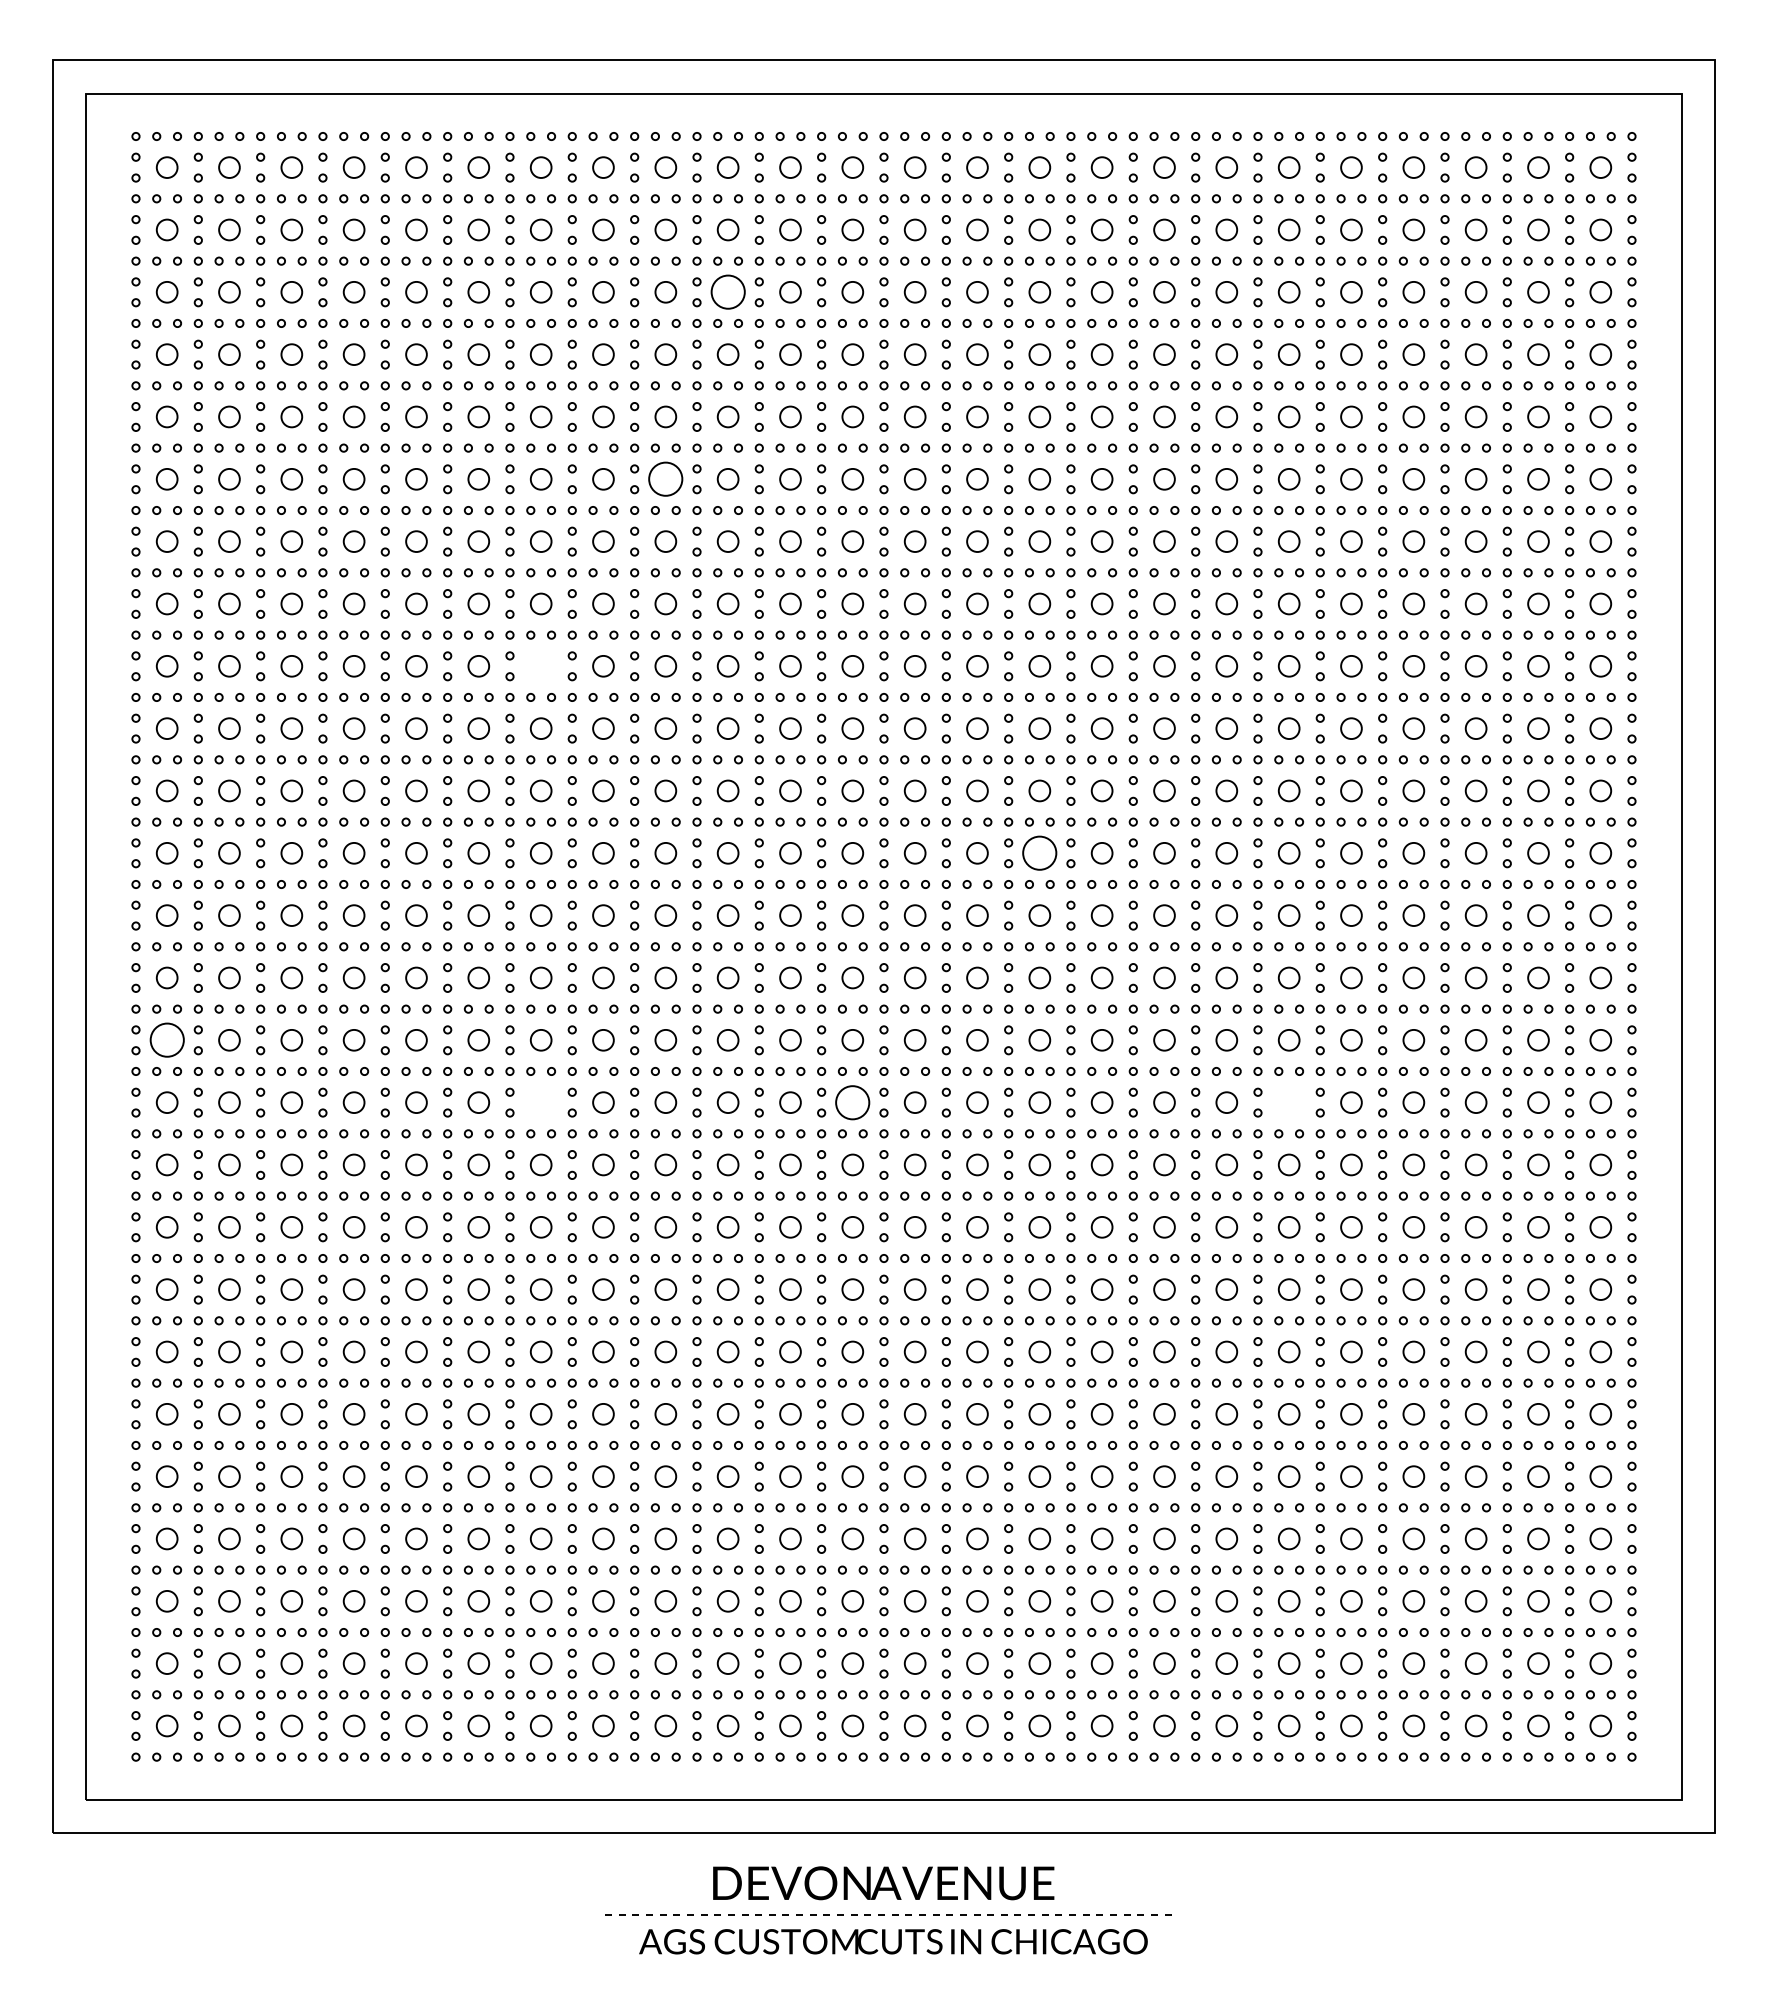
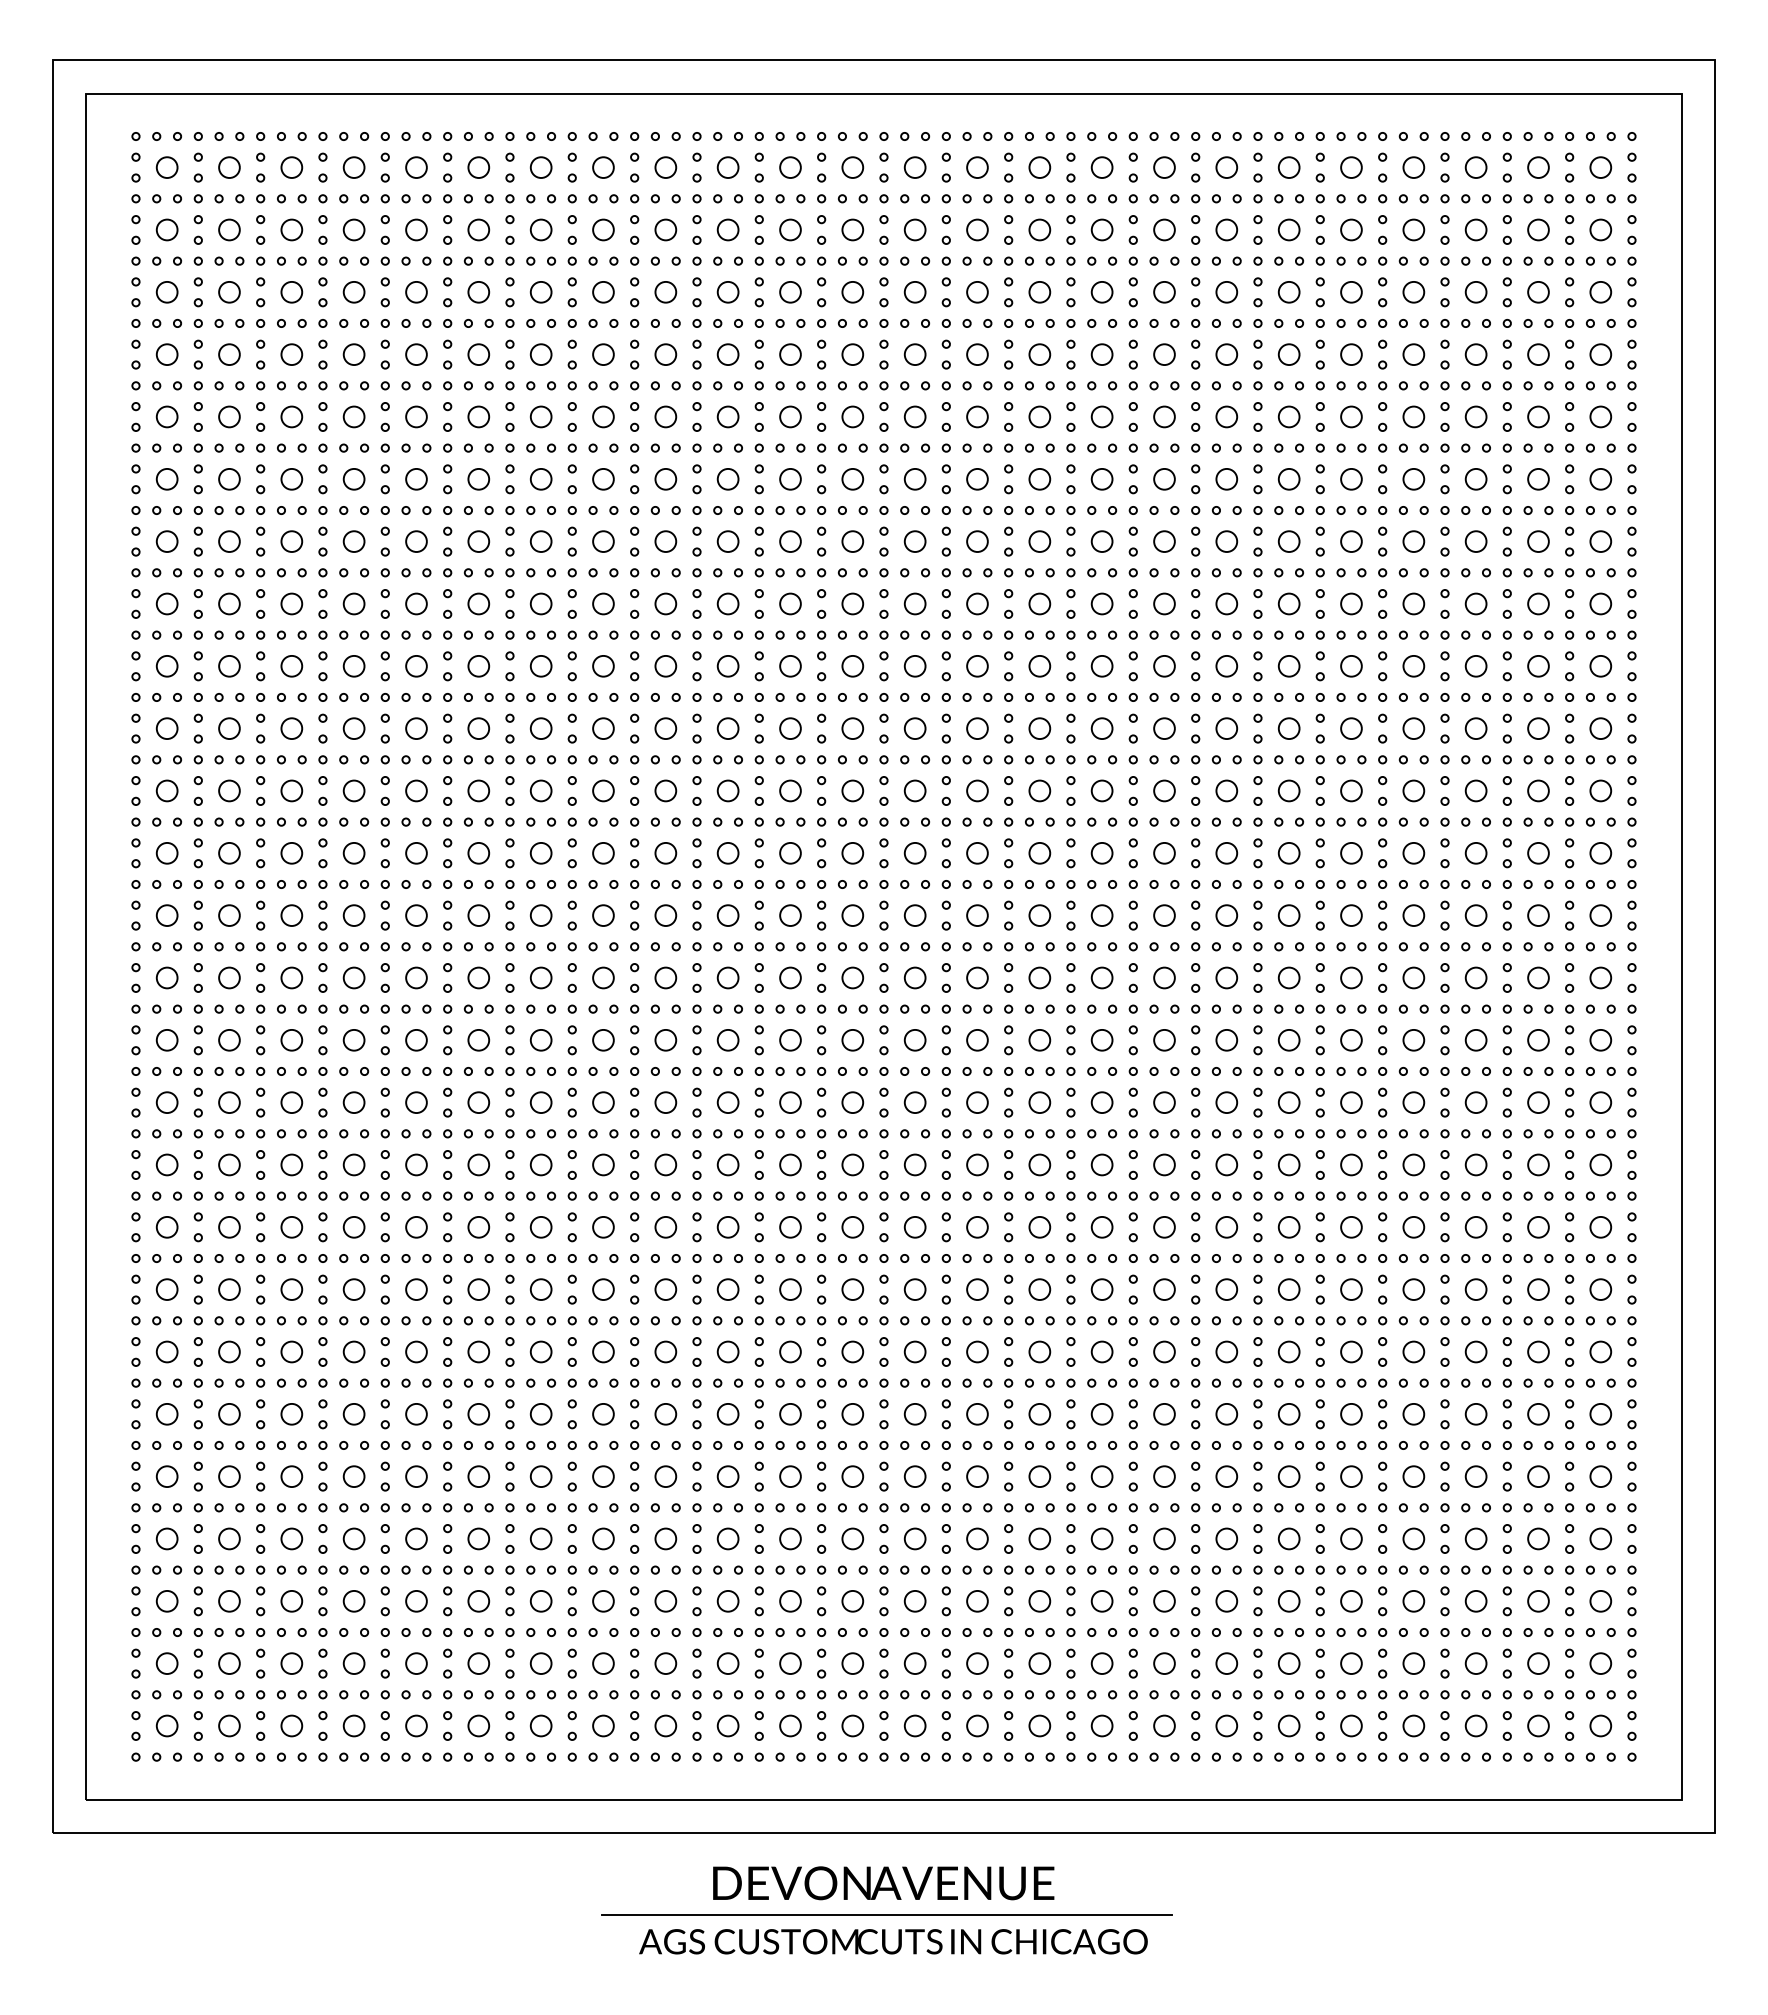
circle at (727, 291) size: 36x36 px -> 24x23 px
circle at (665, 478) size: 36x36 px -> 24x23 px
circle at (540, 666): none -> present
circle at (1039, 852) size: 36x36 px -> 24x23 px
circle at (166, 1039) size: 36x36 px -> 24x23 px
circle at (540, 1102): none -> present
circle at (852, 1102) size: 36x36 px -> 24x23 px
circle at (1288, 1102): none -> present
line at (886, 1914): dashed -> solid
